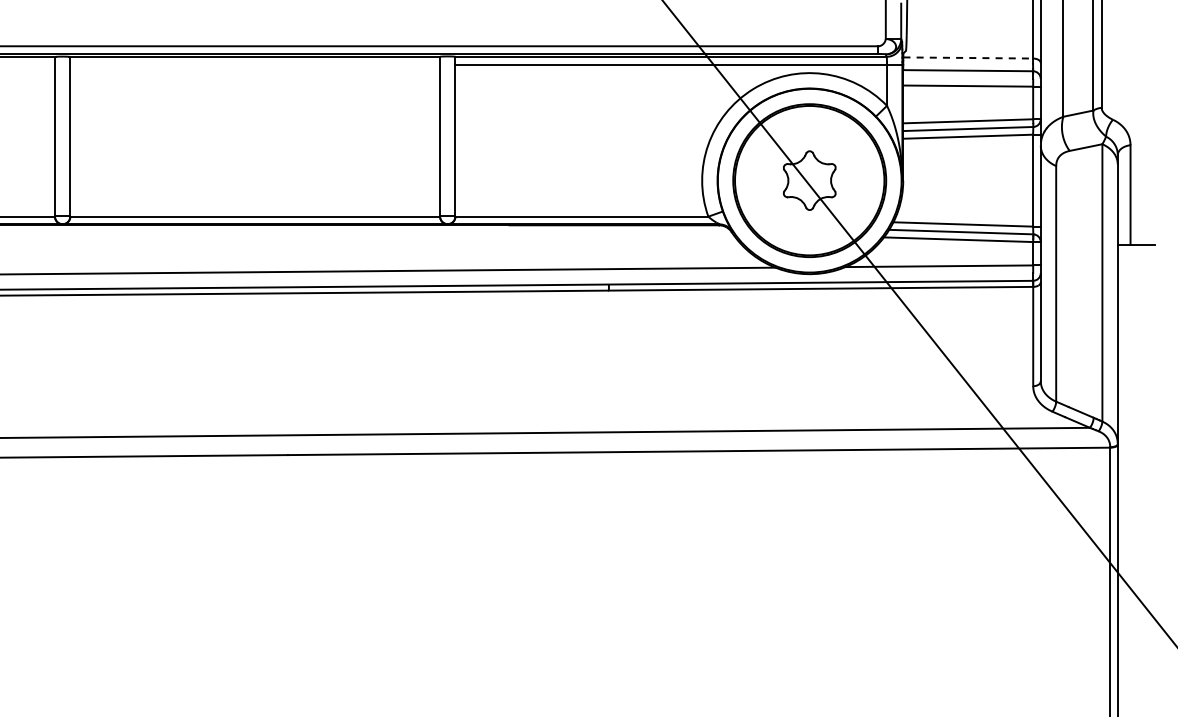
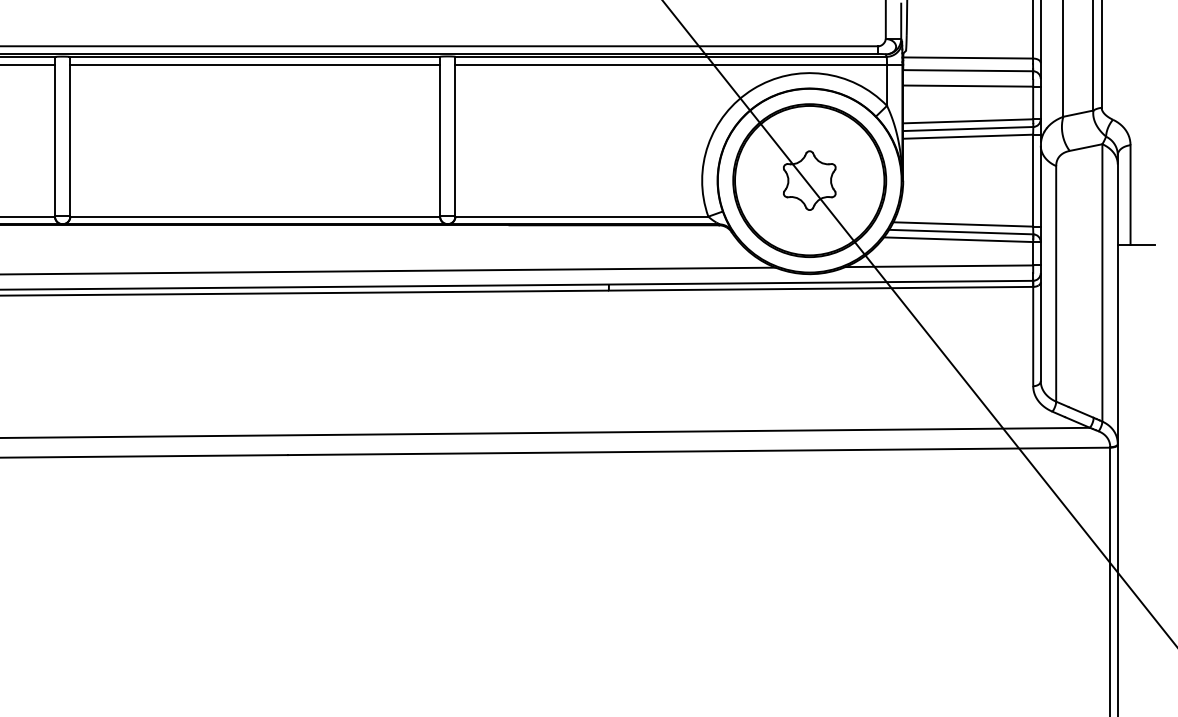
line at (968, 57): dashed -> solid
line at (28, 64): none -> present
line at (255, 64): none -> present
